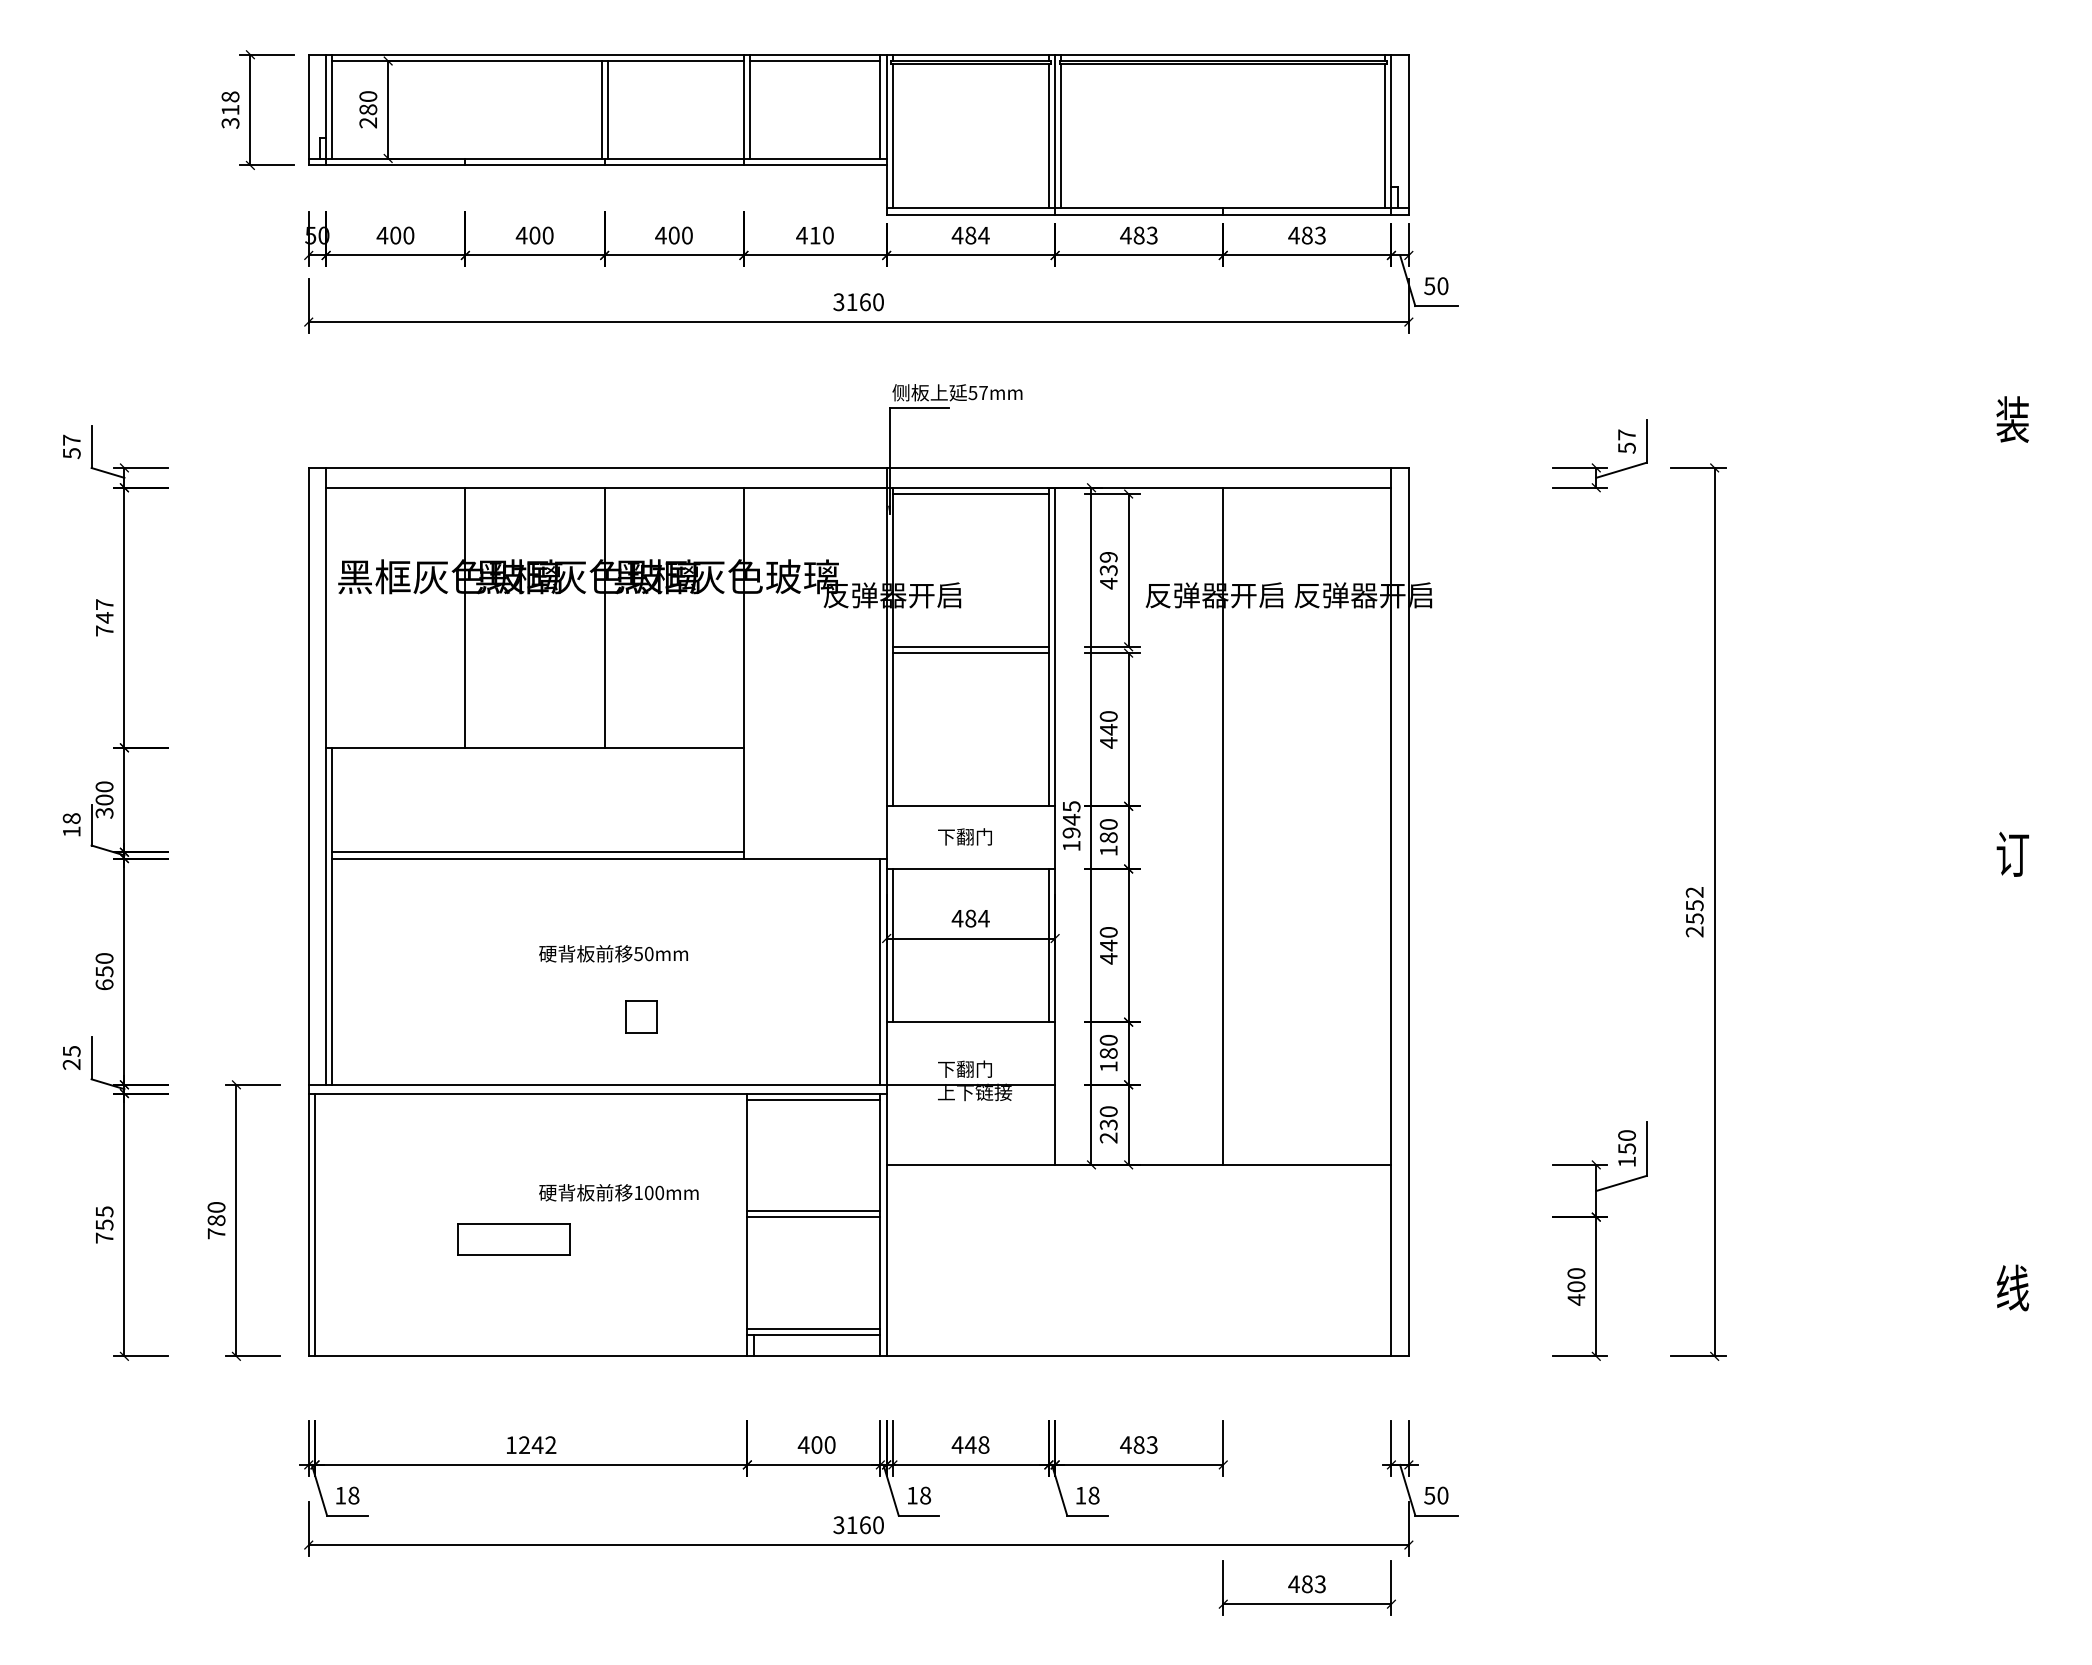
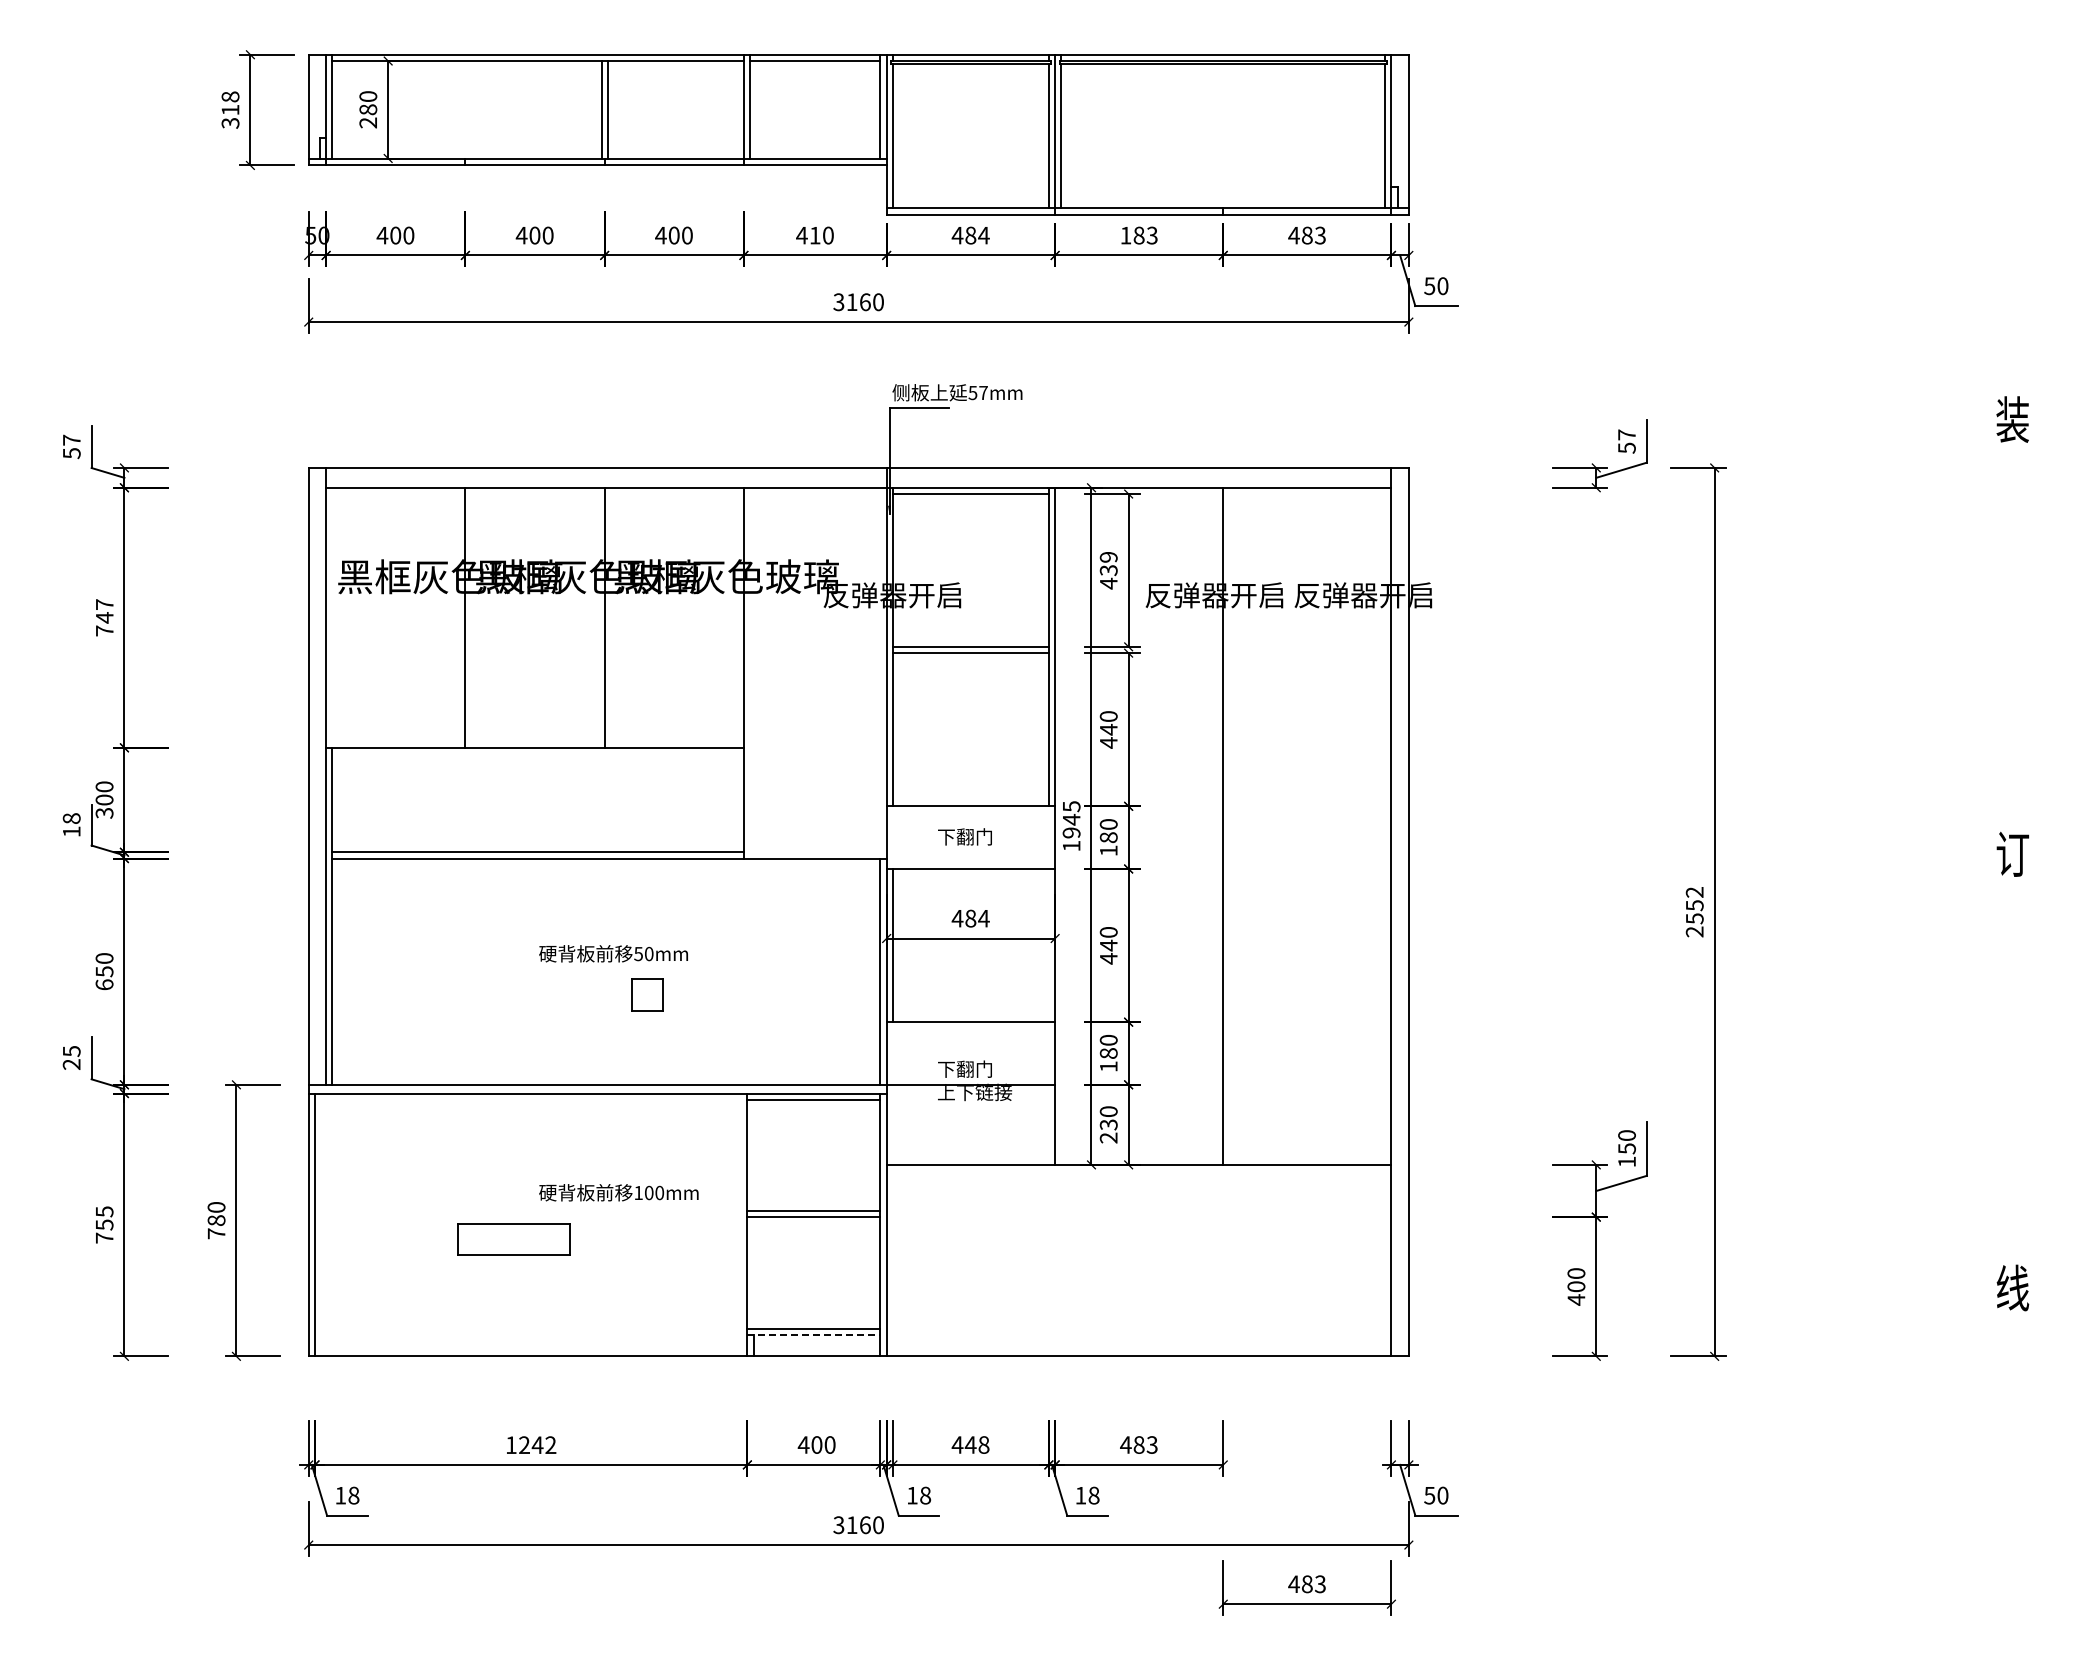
text at (1125, 235): 483 -> 183
line at (1048, 945): present -> none
part at (641, 1016) position: (641, 1016) -> (647, 994)
line at (814, 1334): solid -> dashed
